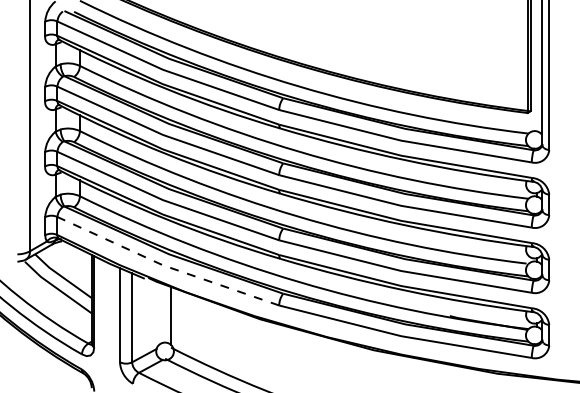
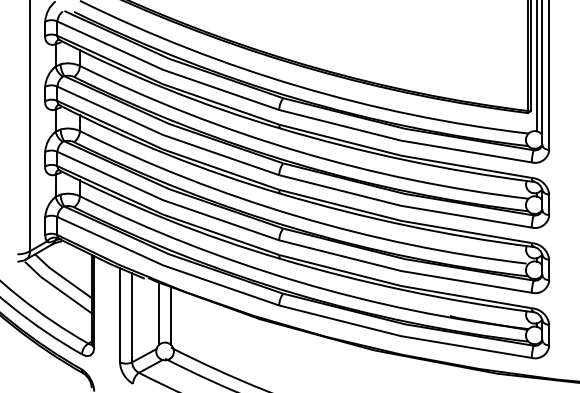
line at (536, 66): none -> present
line at (165, 266): dashed -> solid
line at (159, 313): none -> present
